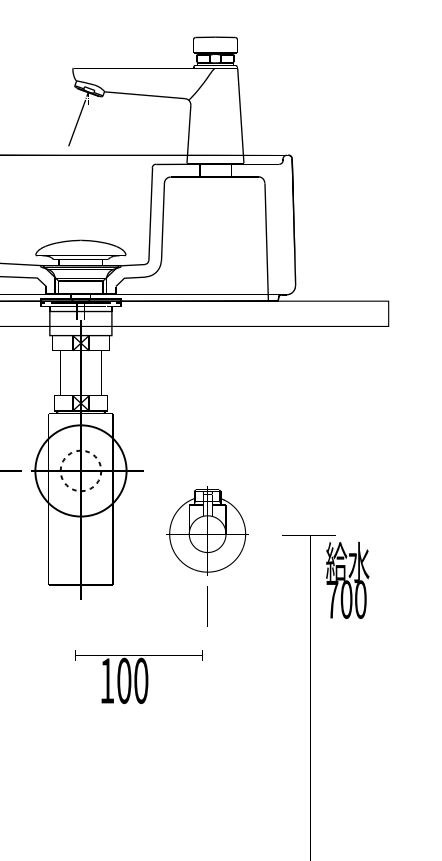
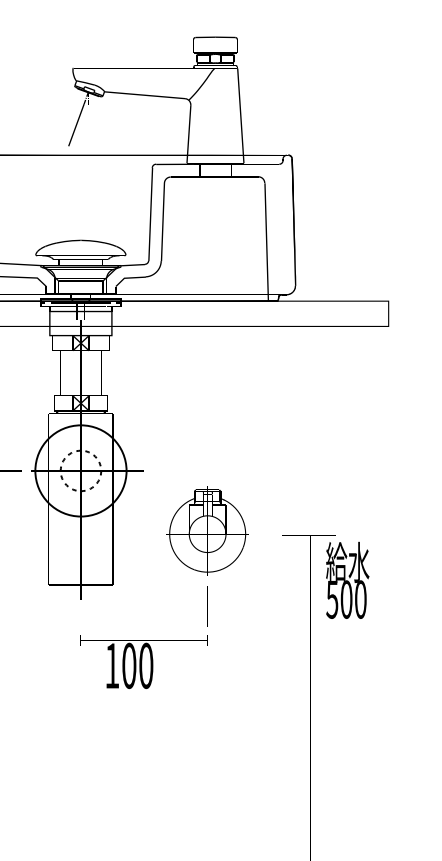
text at (332, 599): 700 -> 500
text at (138, 676) position: (138, 676) -> (143, 661)
